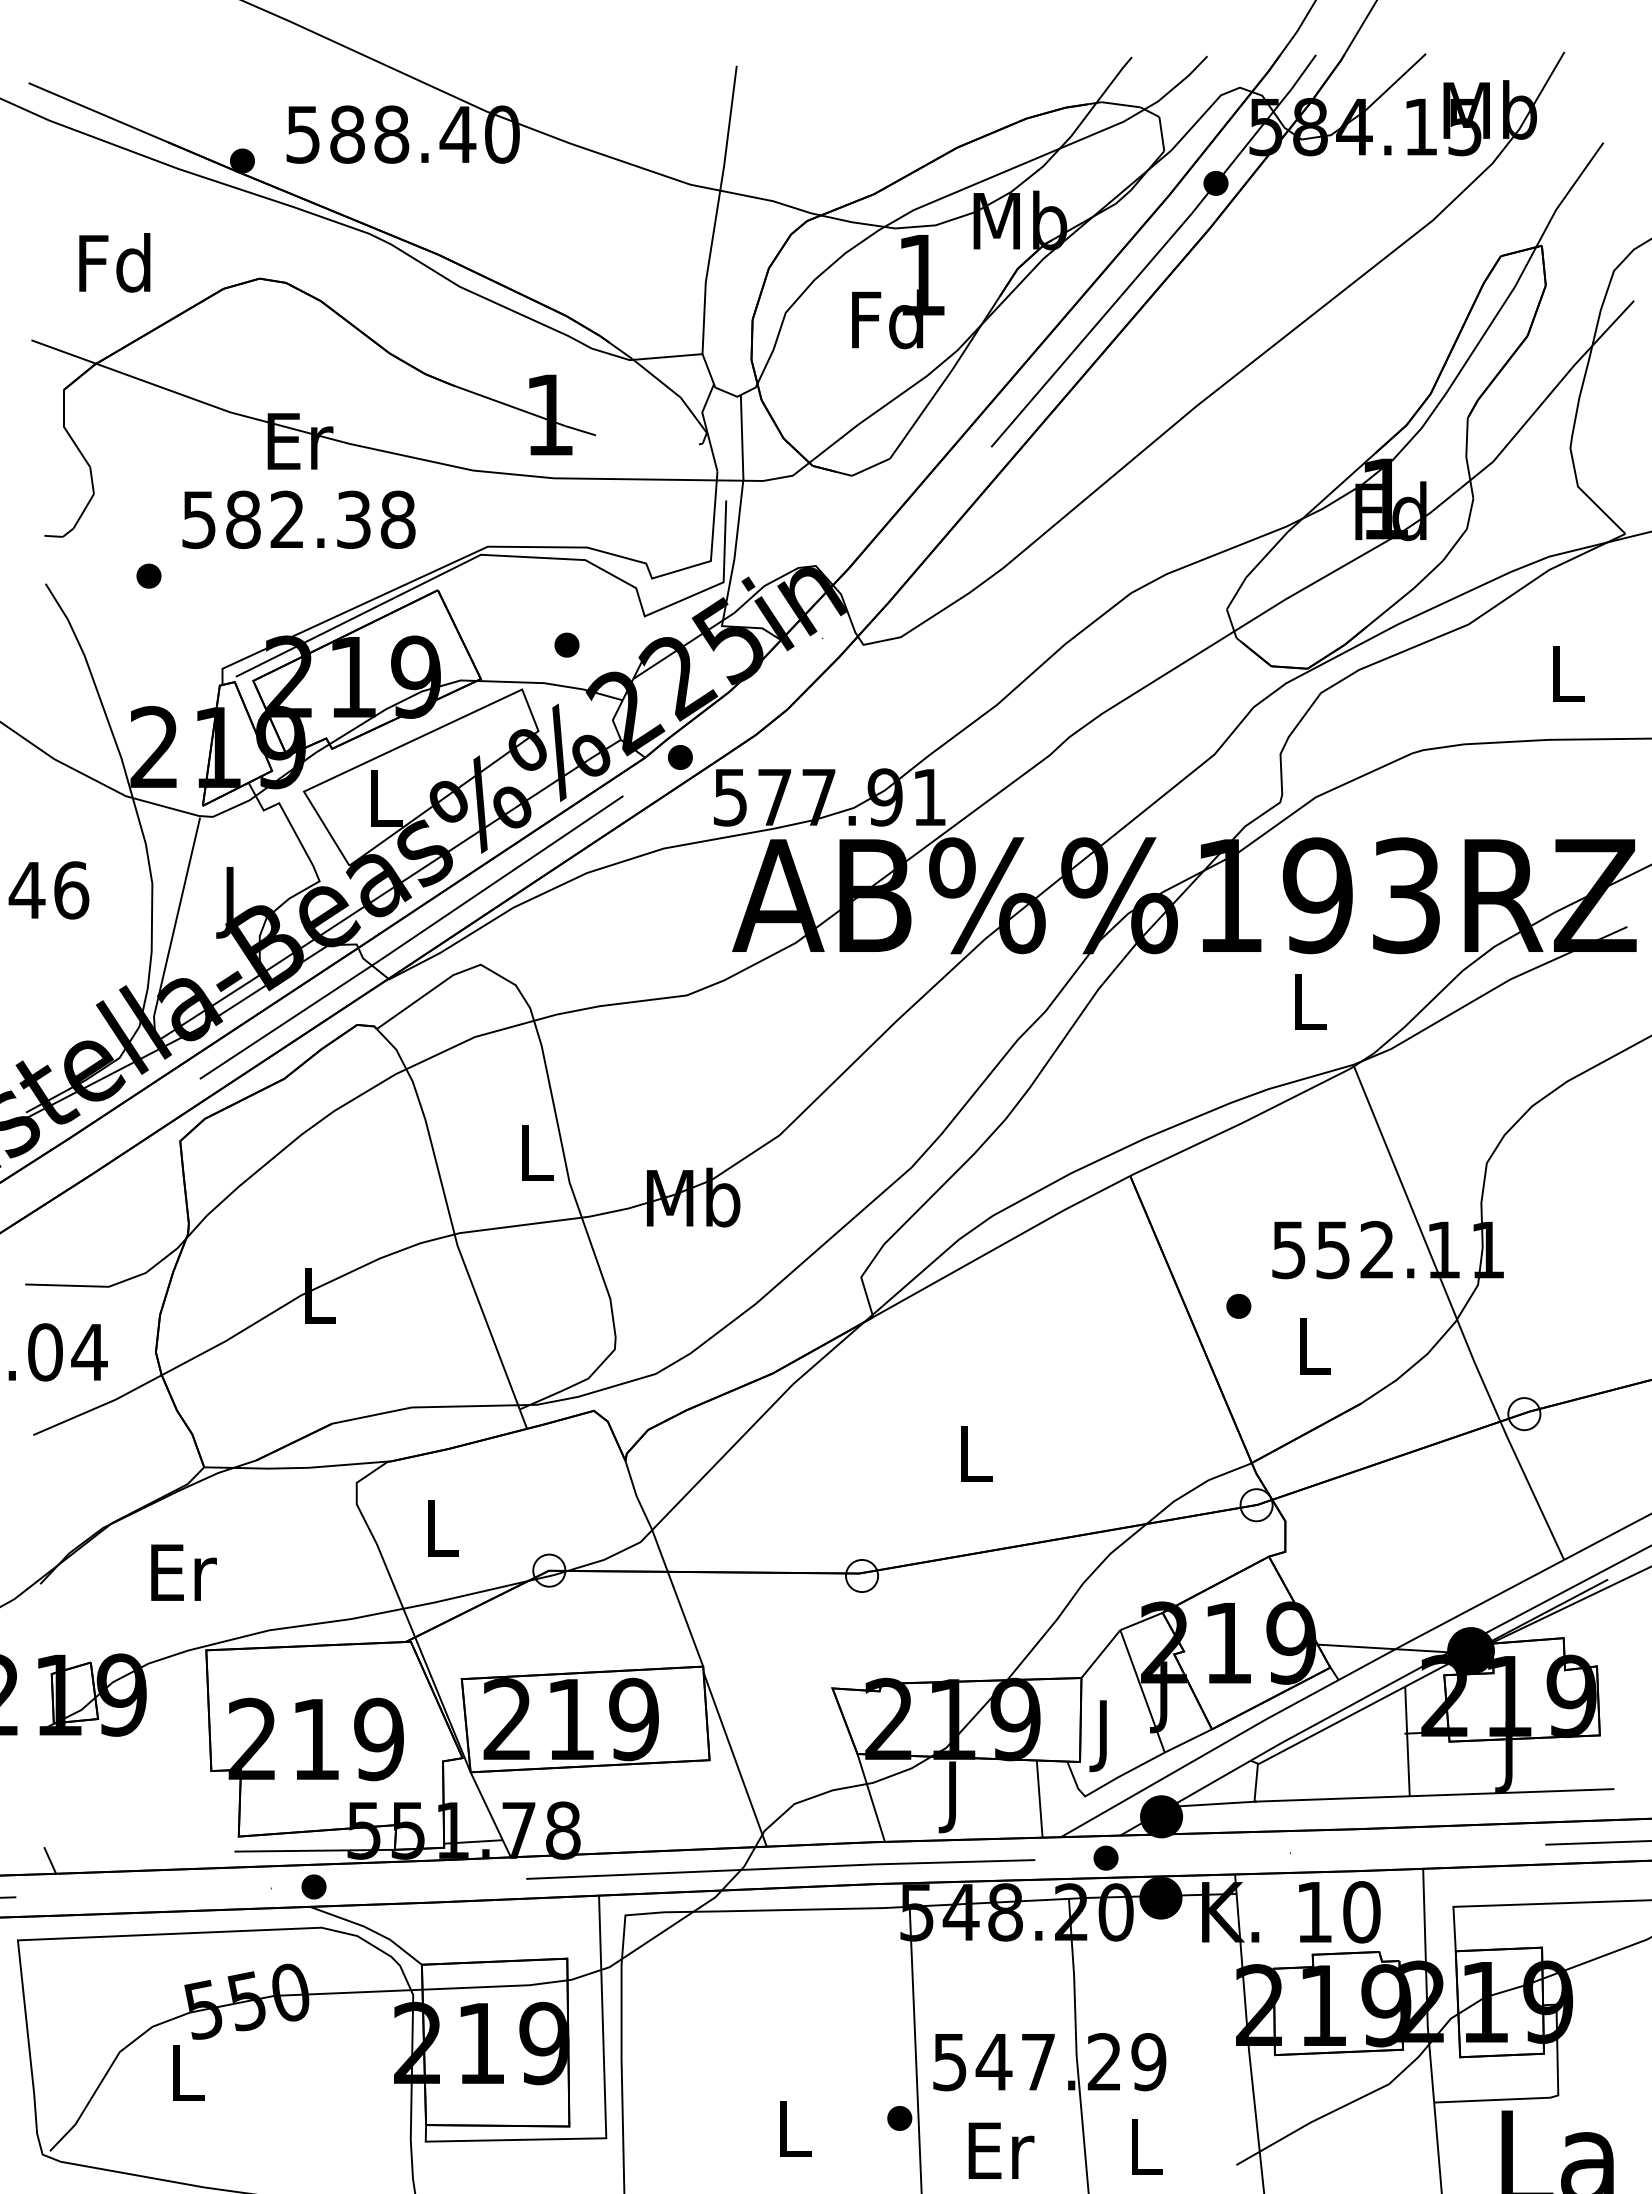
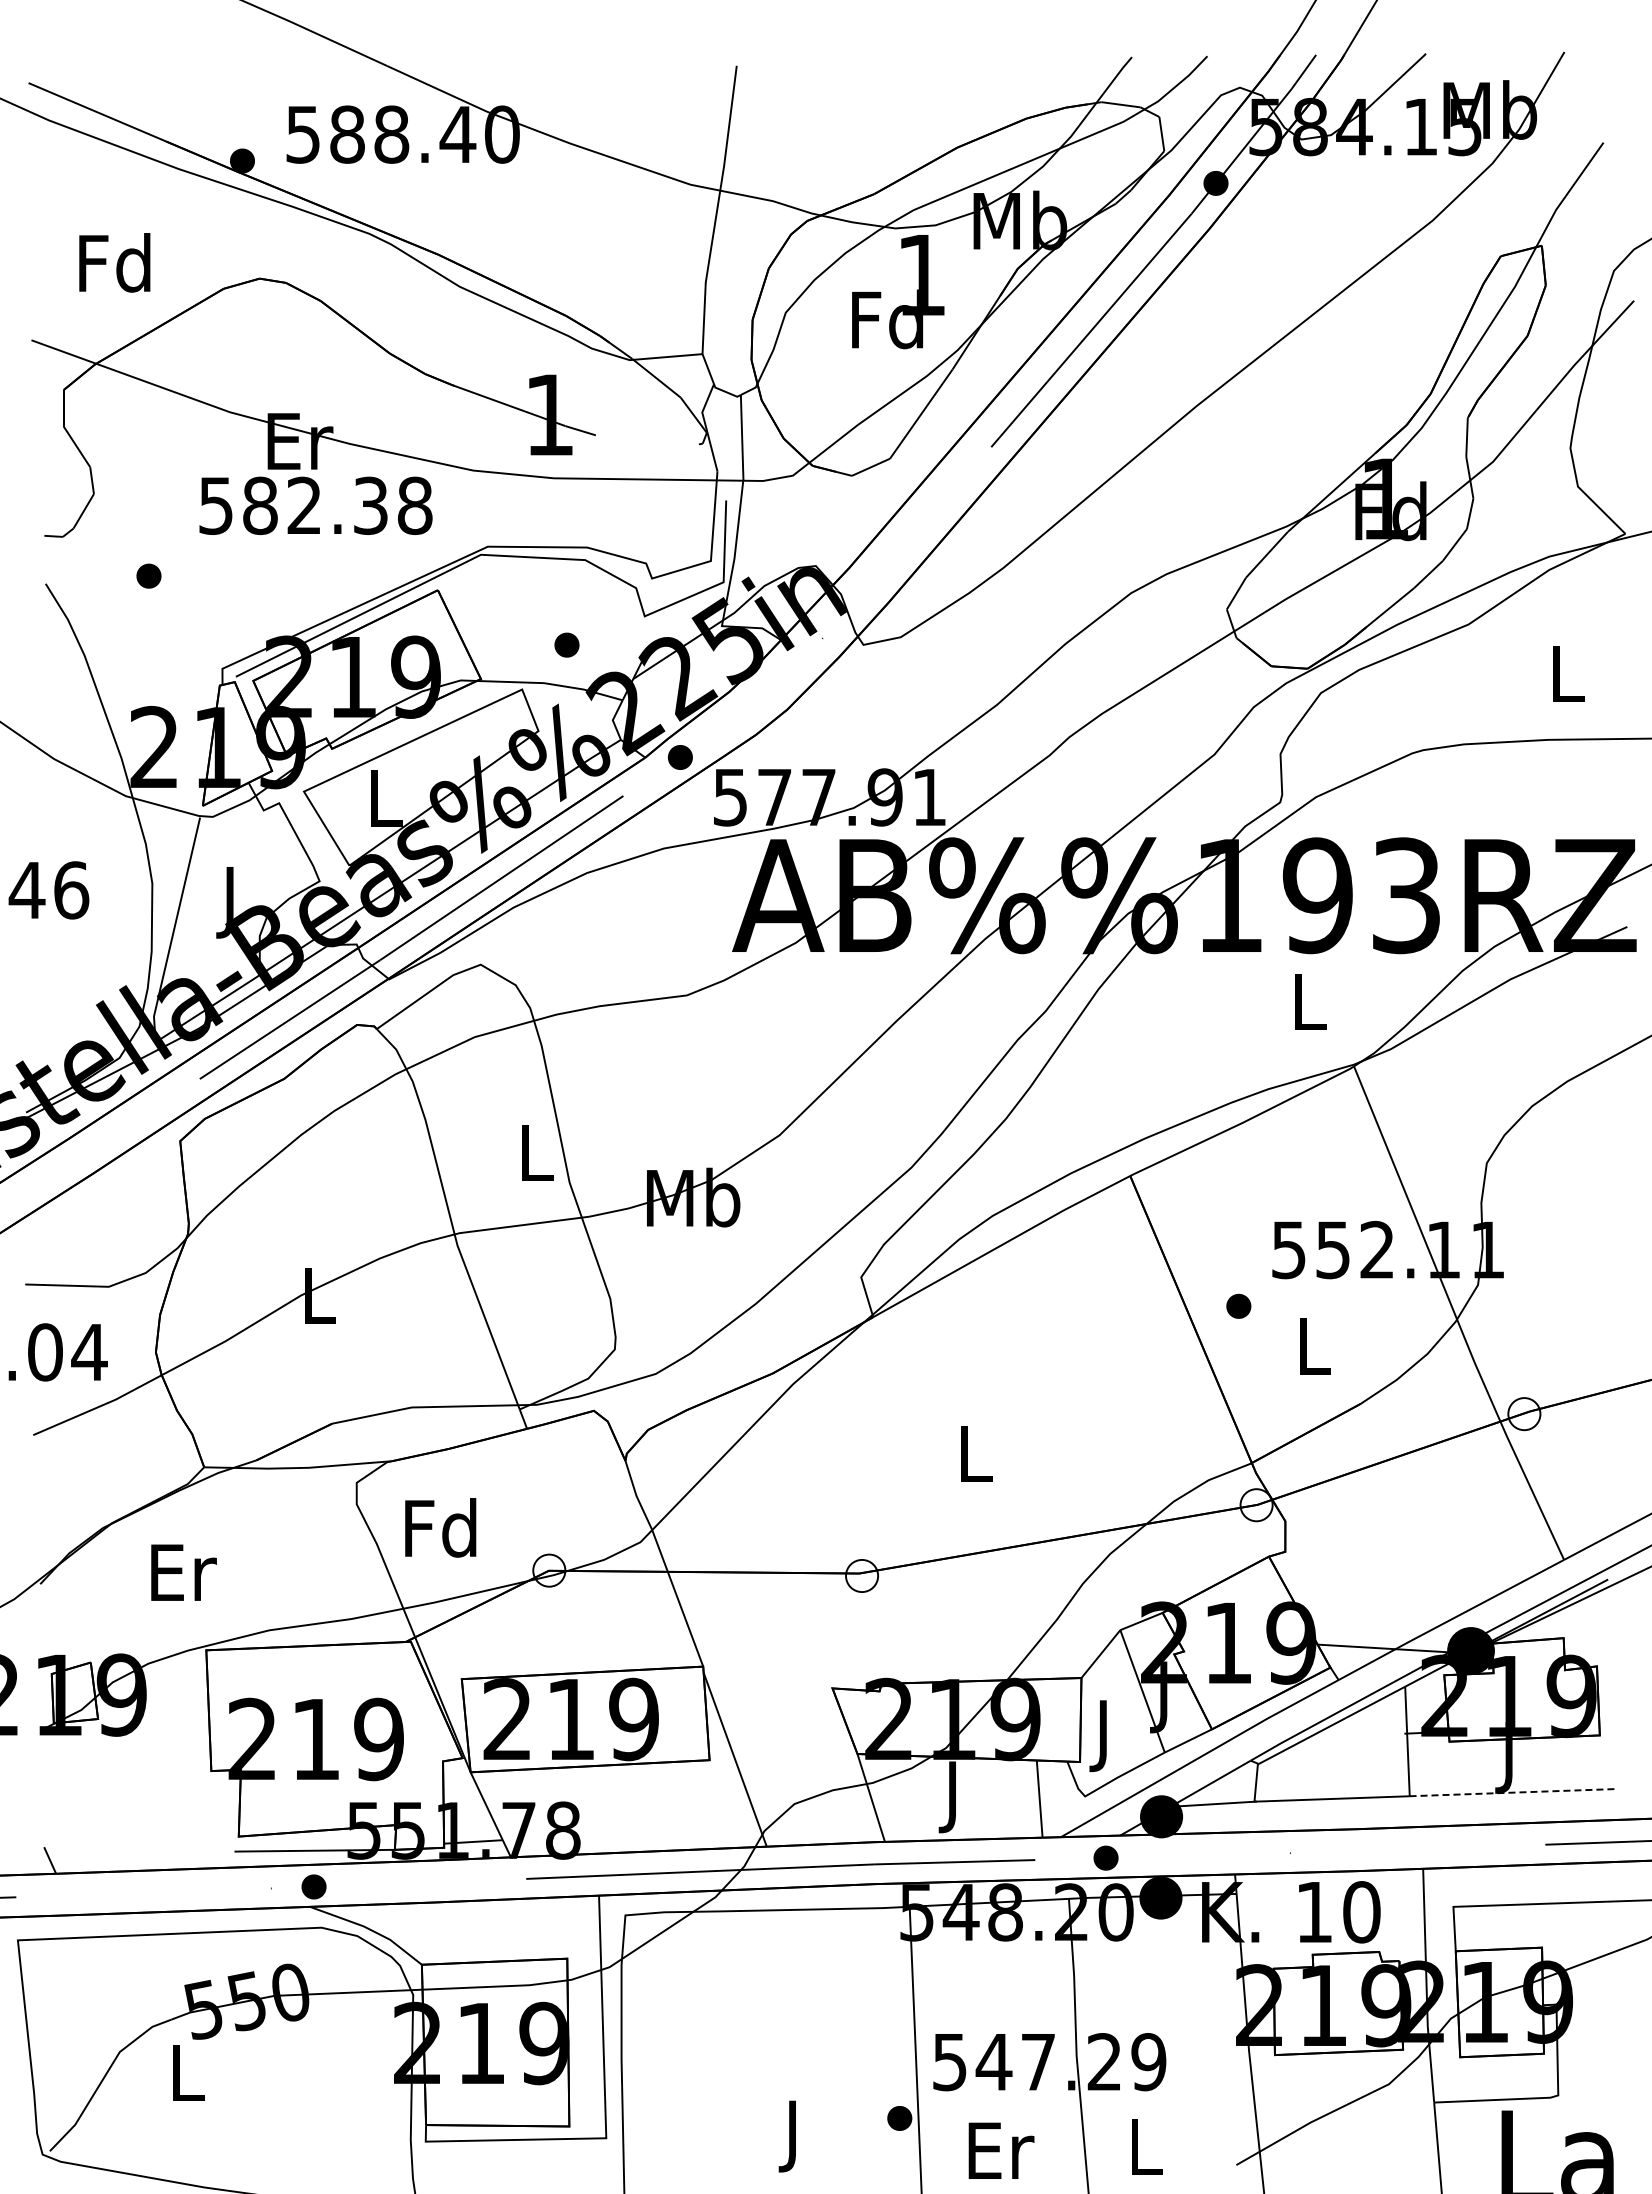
text at (298, 519) position: (298, 519) -> (315, 505)
text at (440, 1527): L -> Fd
line at (1511, 1792): solid -> dashed
text at (794, 2136): L -> J
